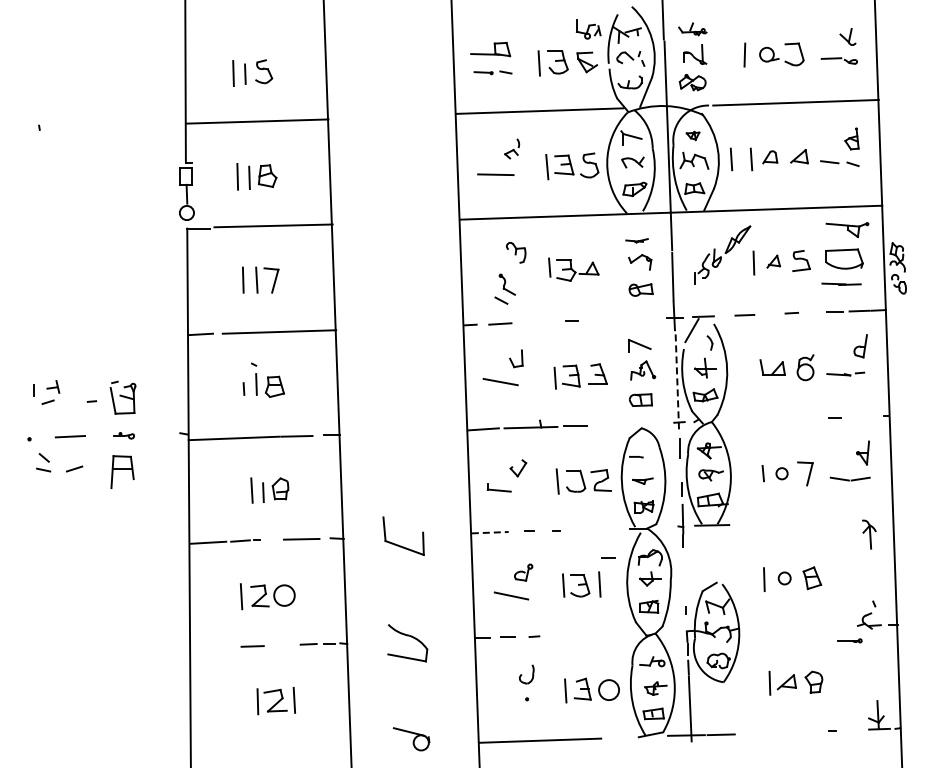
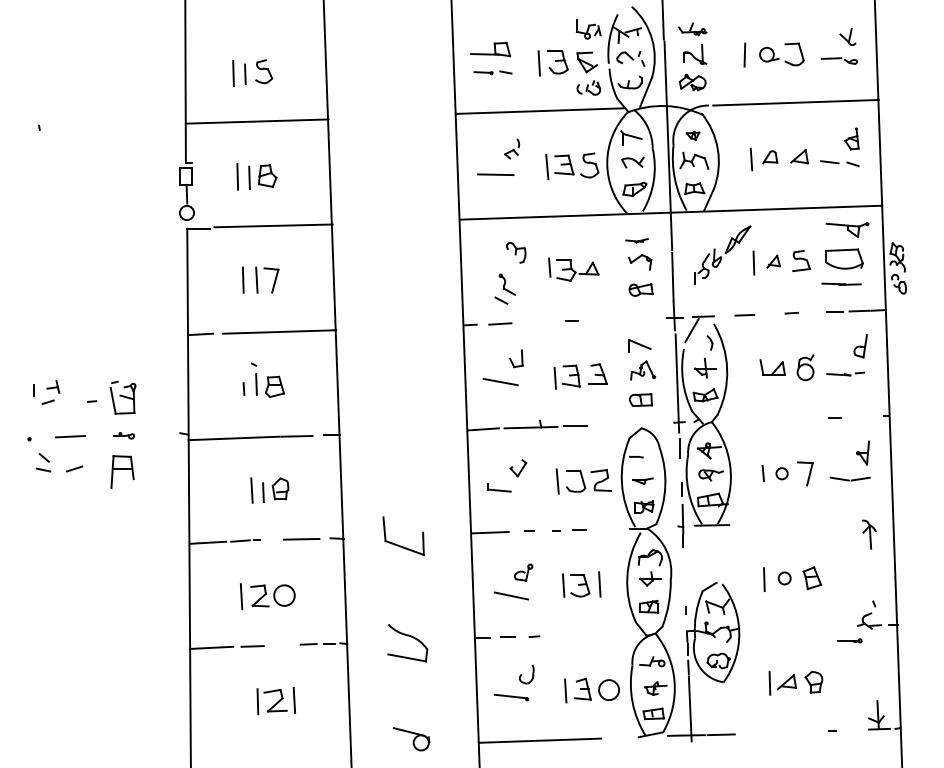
part at (588, 87): none -> present
line at (731, 159): present -> none
line at (677, 383): dashed -> solid
line at (490, 532): dashed -> solid
line at (608, 557) position: (608, 557) -> (579, 529)
line at (212, 647): none -> present
line at (510, 696): none -> present
